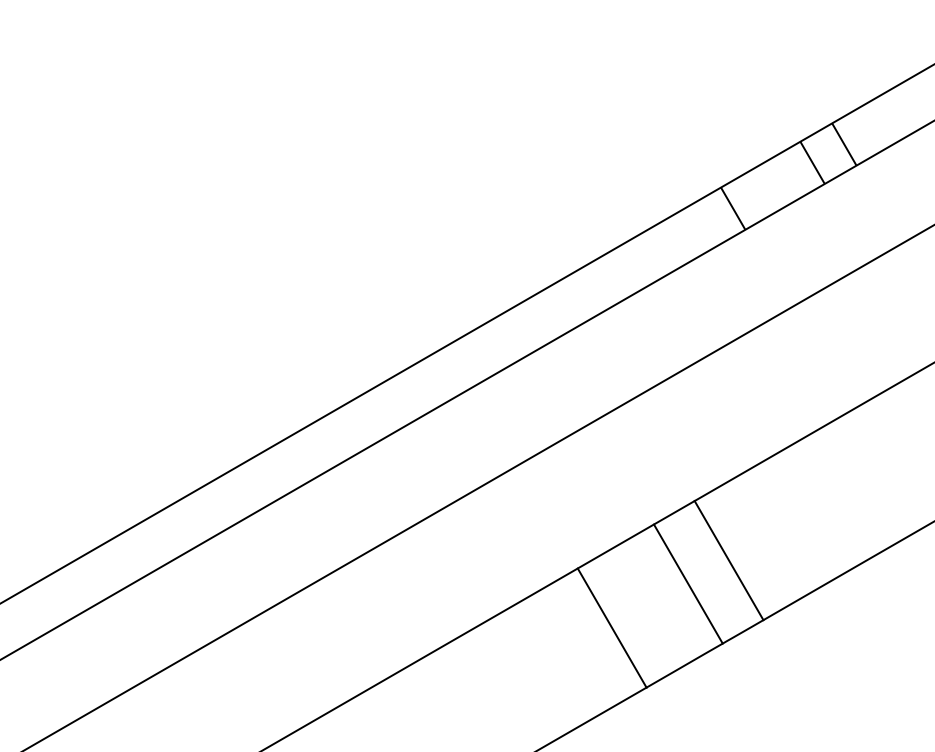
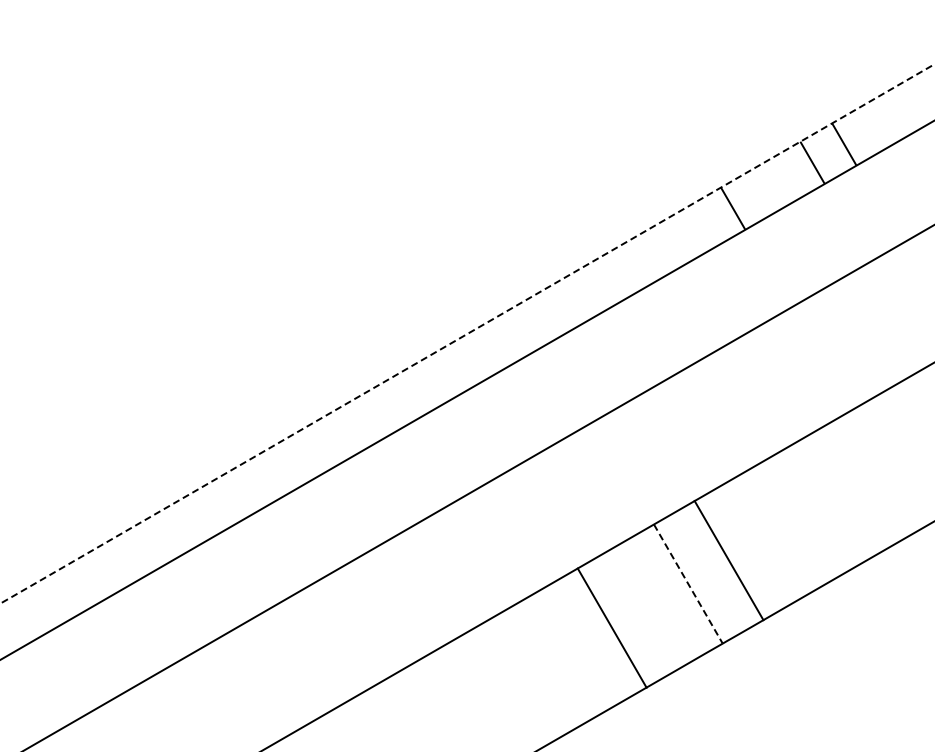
line at (467, 333): solid -> dashed
line at (688, 584): solid -> dashed
